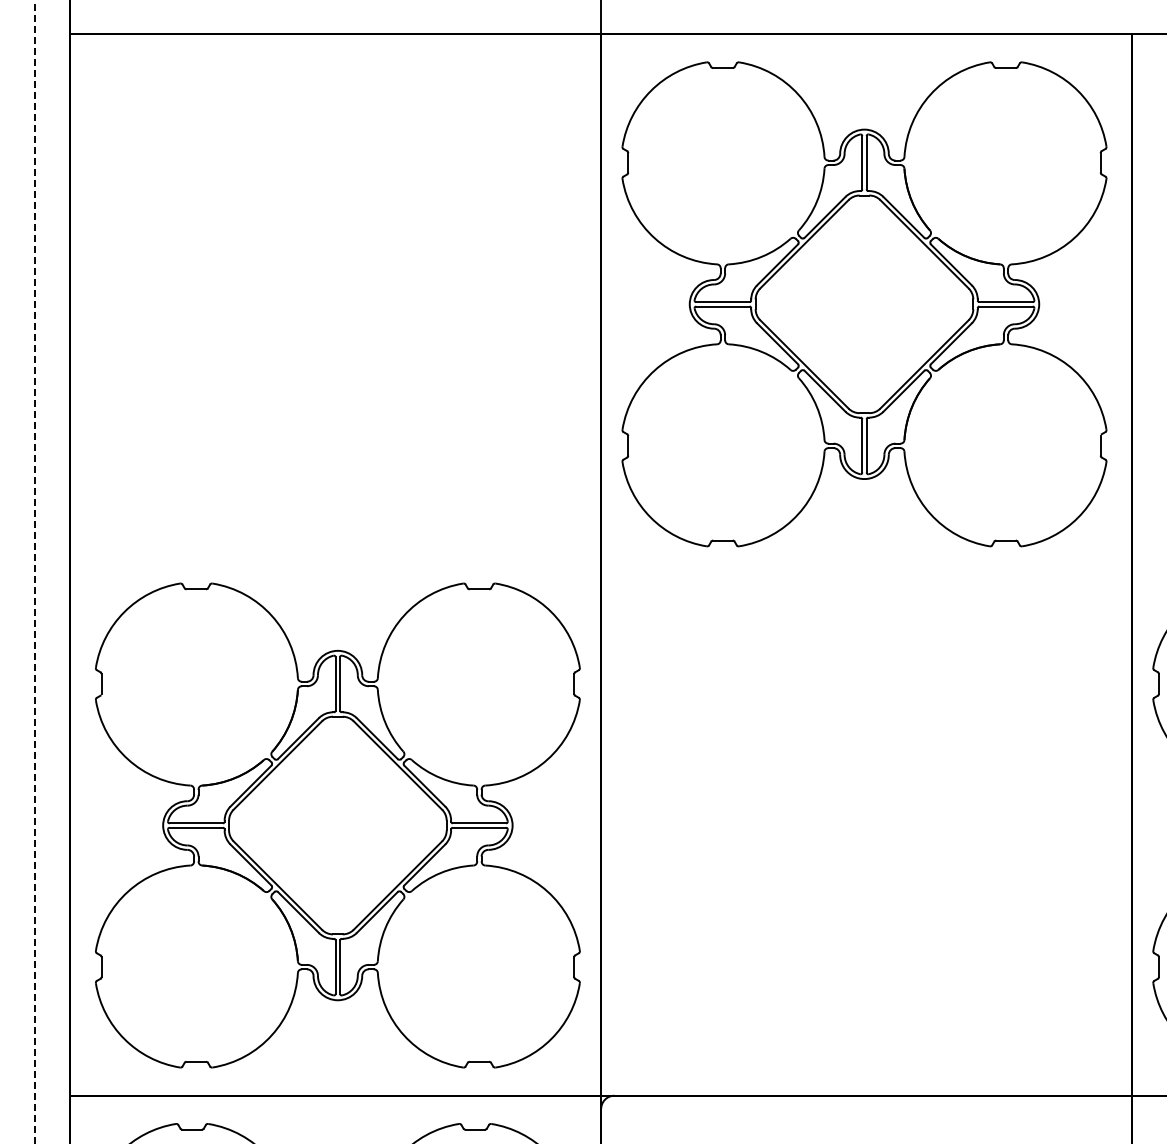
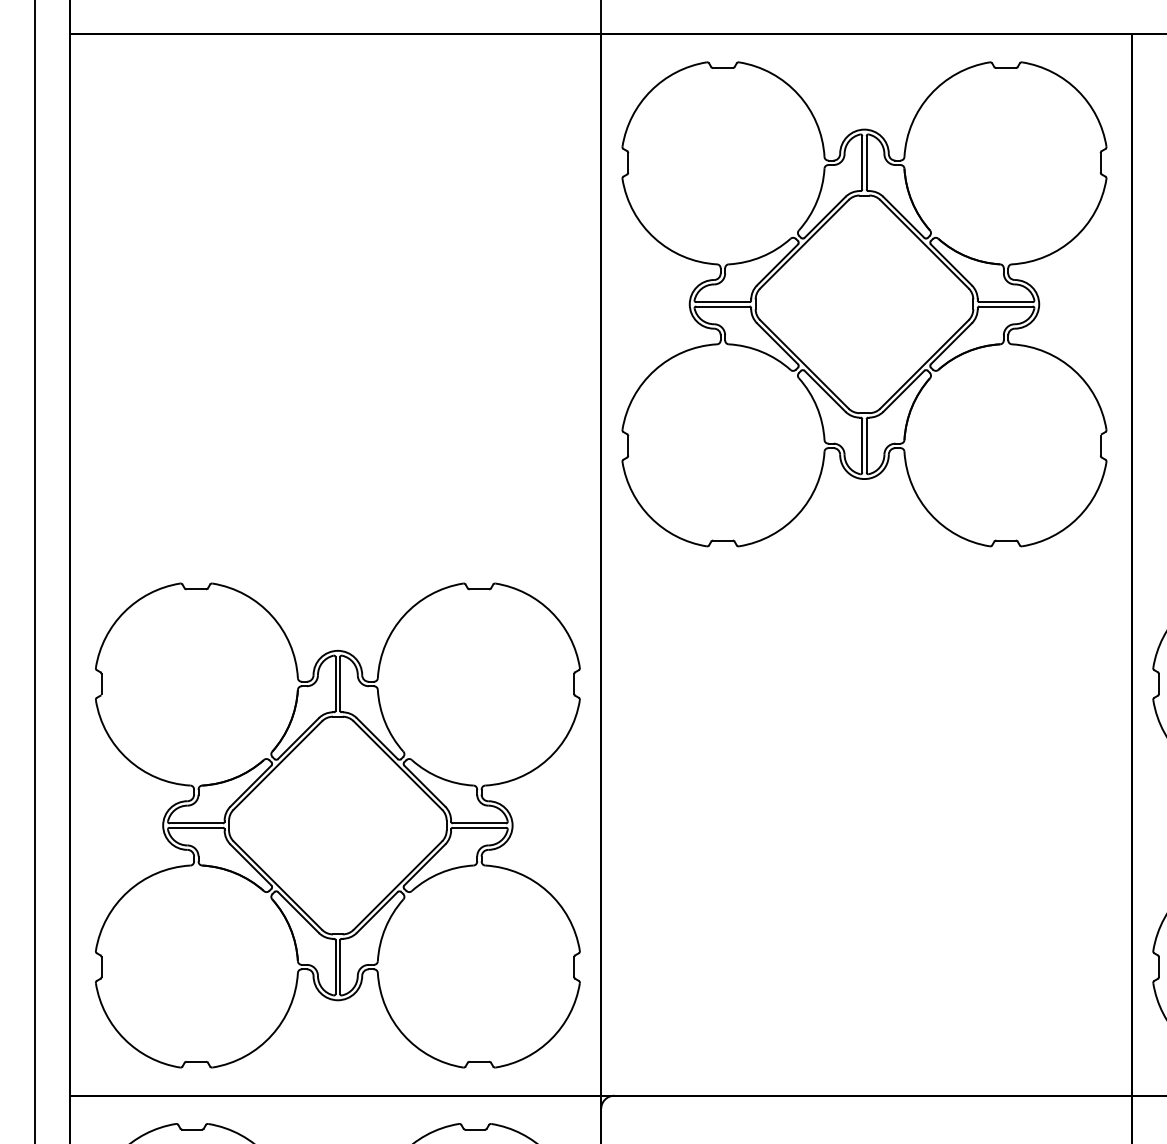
line at (35, 571): dashed -> solid
